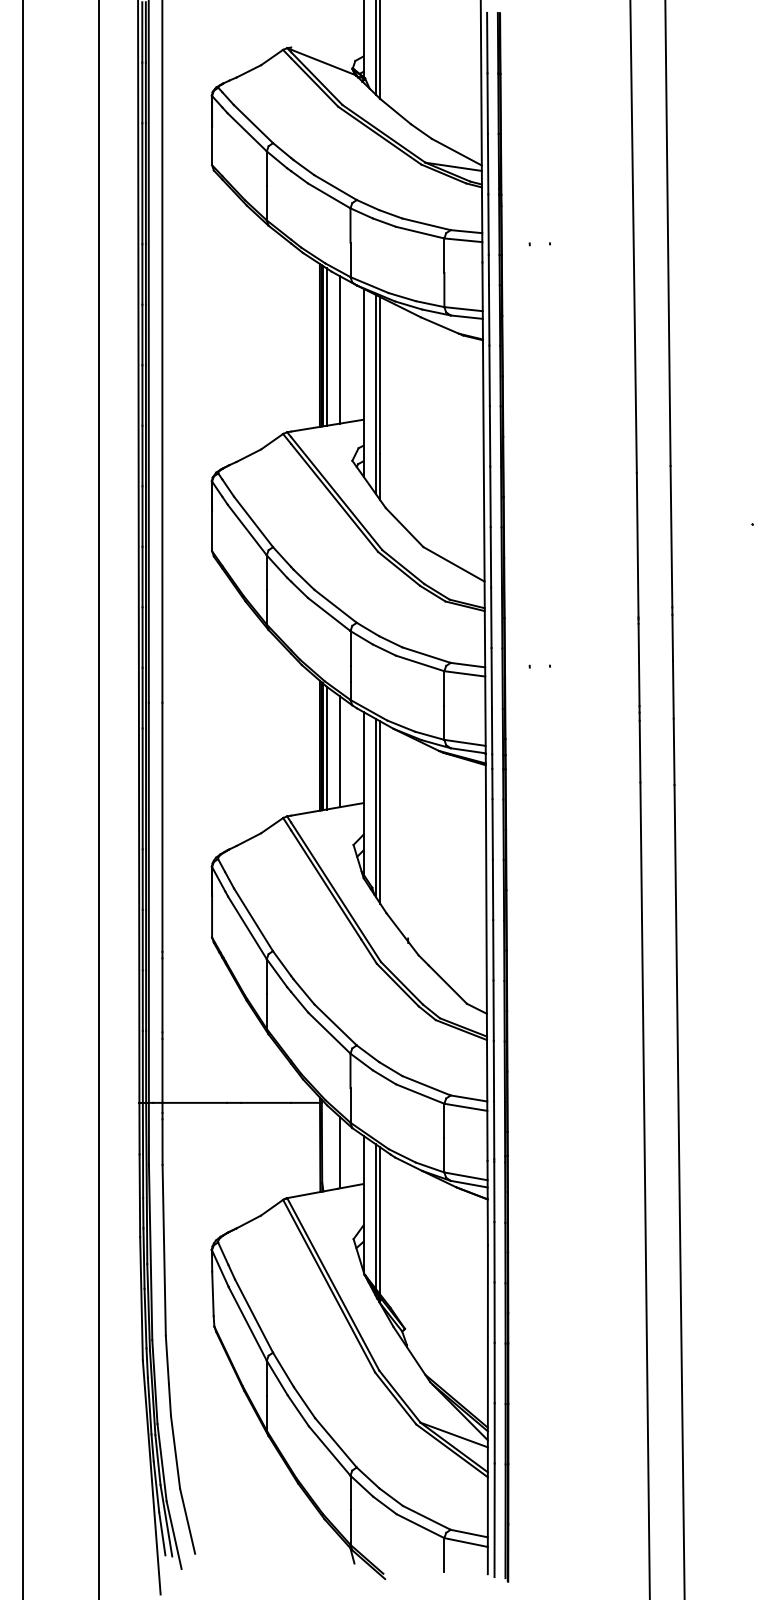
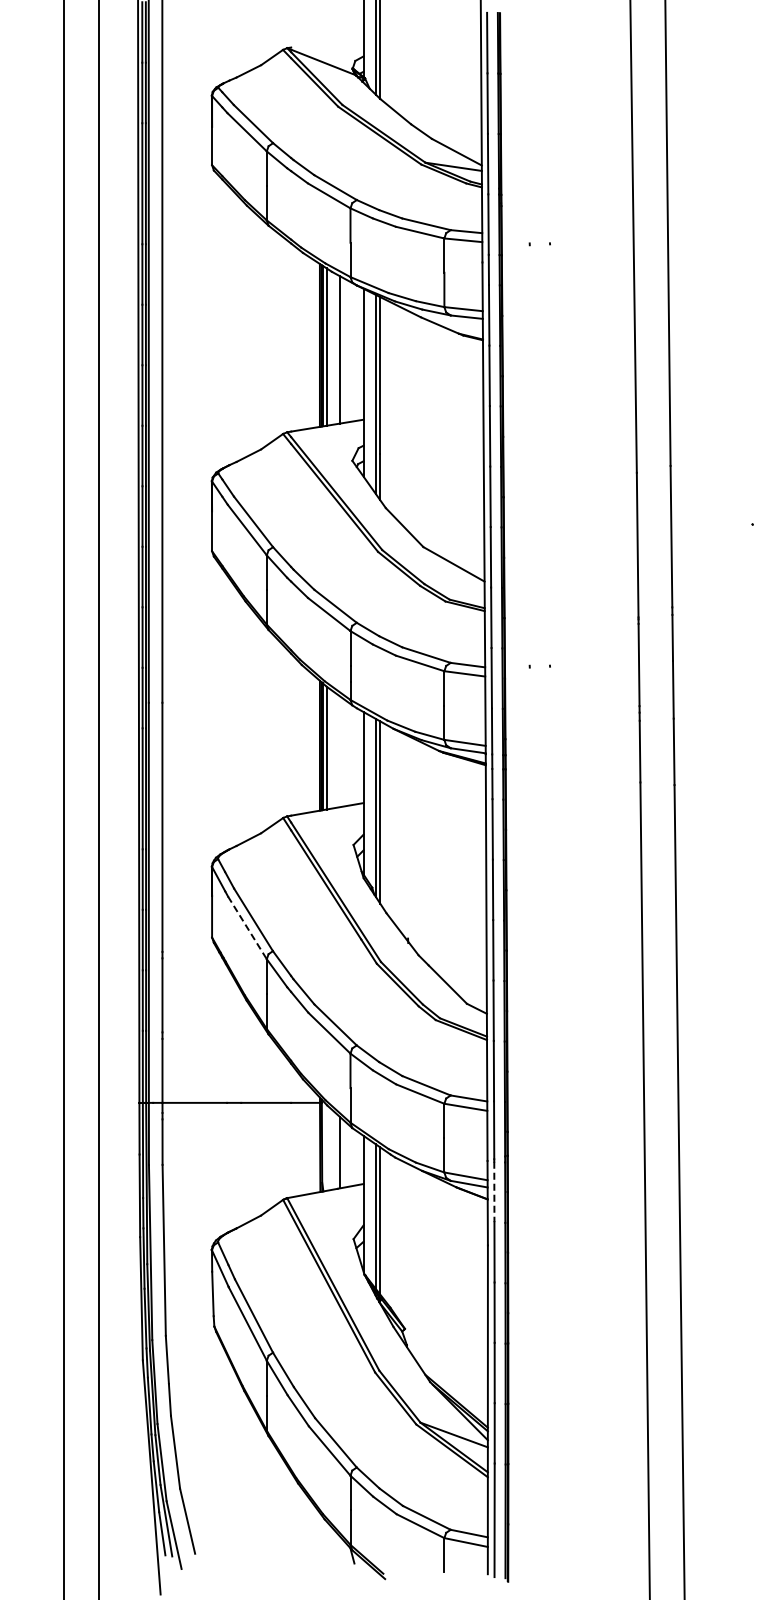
line at (340, 751): present -> none
line at (23, 799) position: (23, 799) -> (64, 799)
line at (247, 927): solid -> dashed
line at (494, 1192): solid -> dashed
